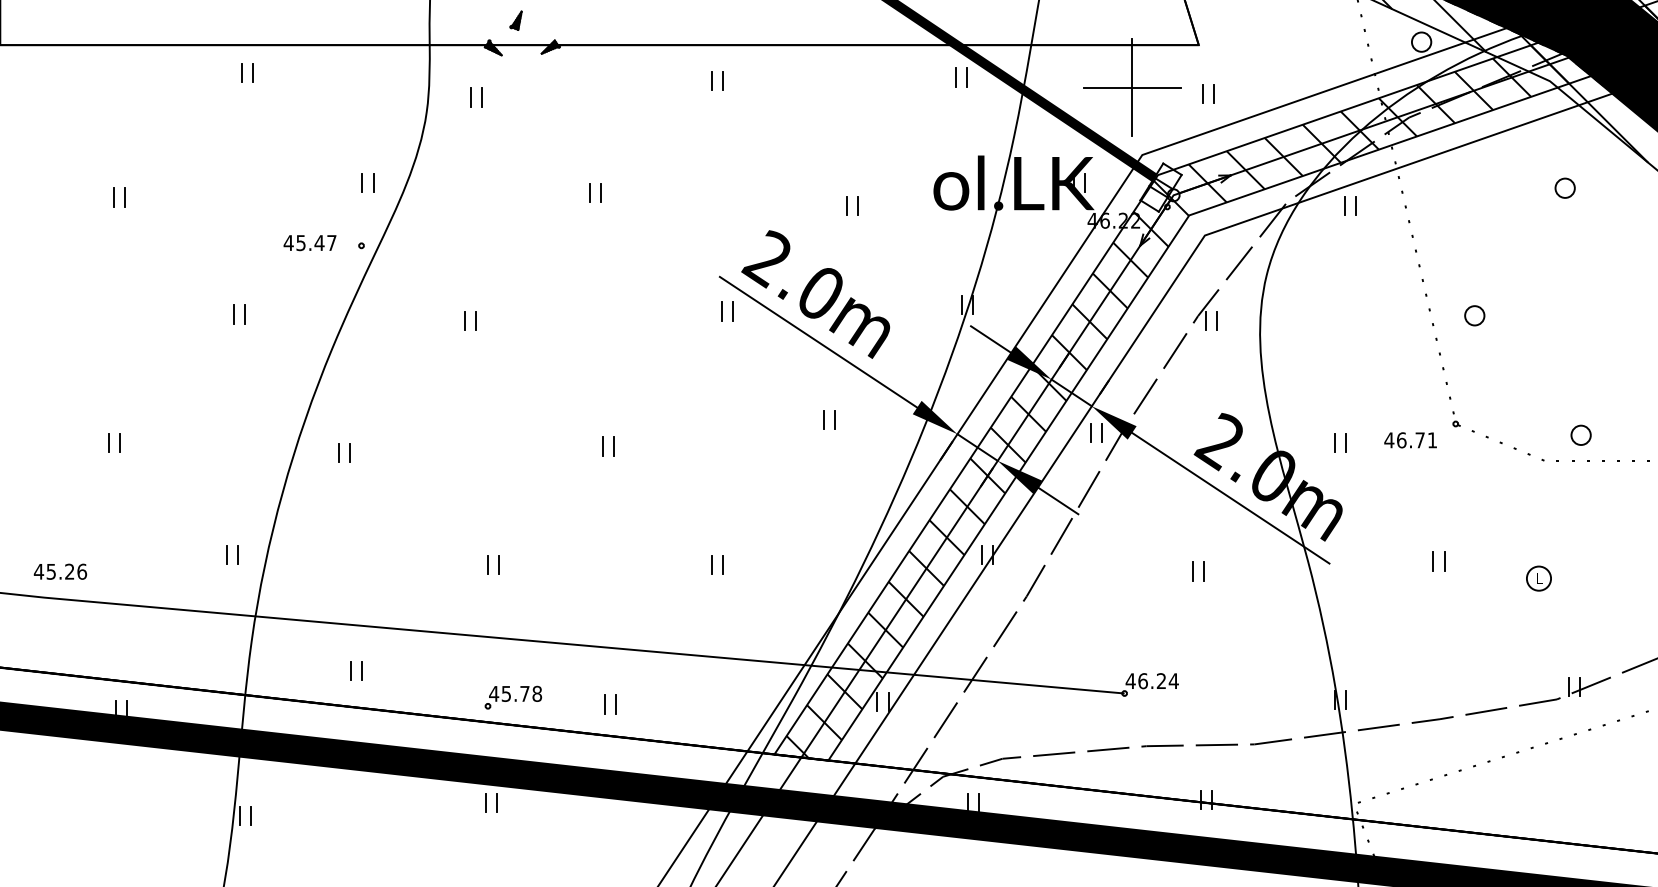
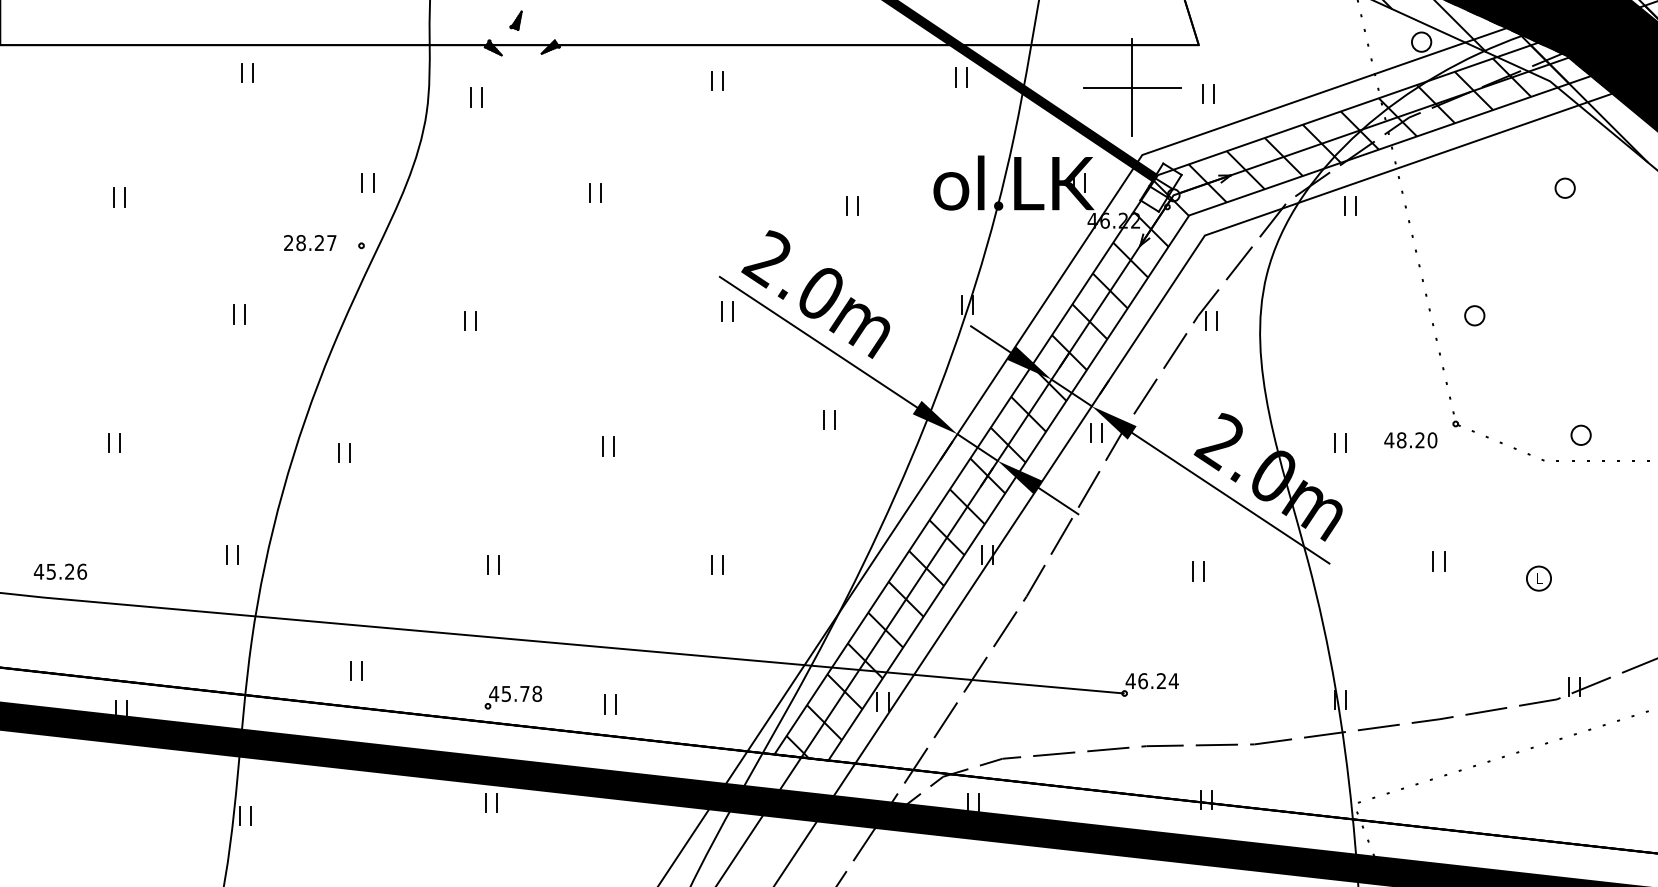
text at (303, 243): 45.47 -> 28.27
text at (1417, 440): 46.71 -> 48.20
